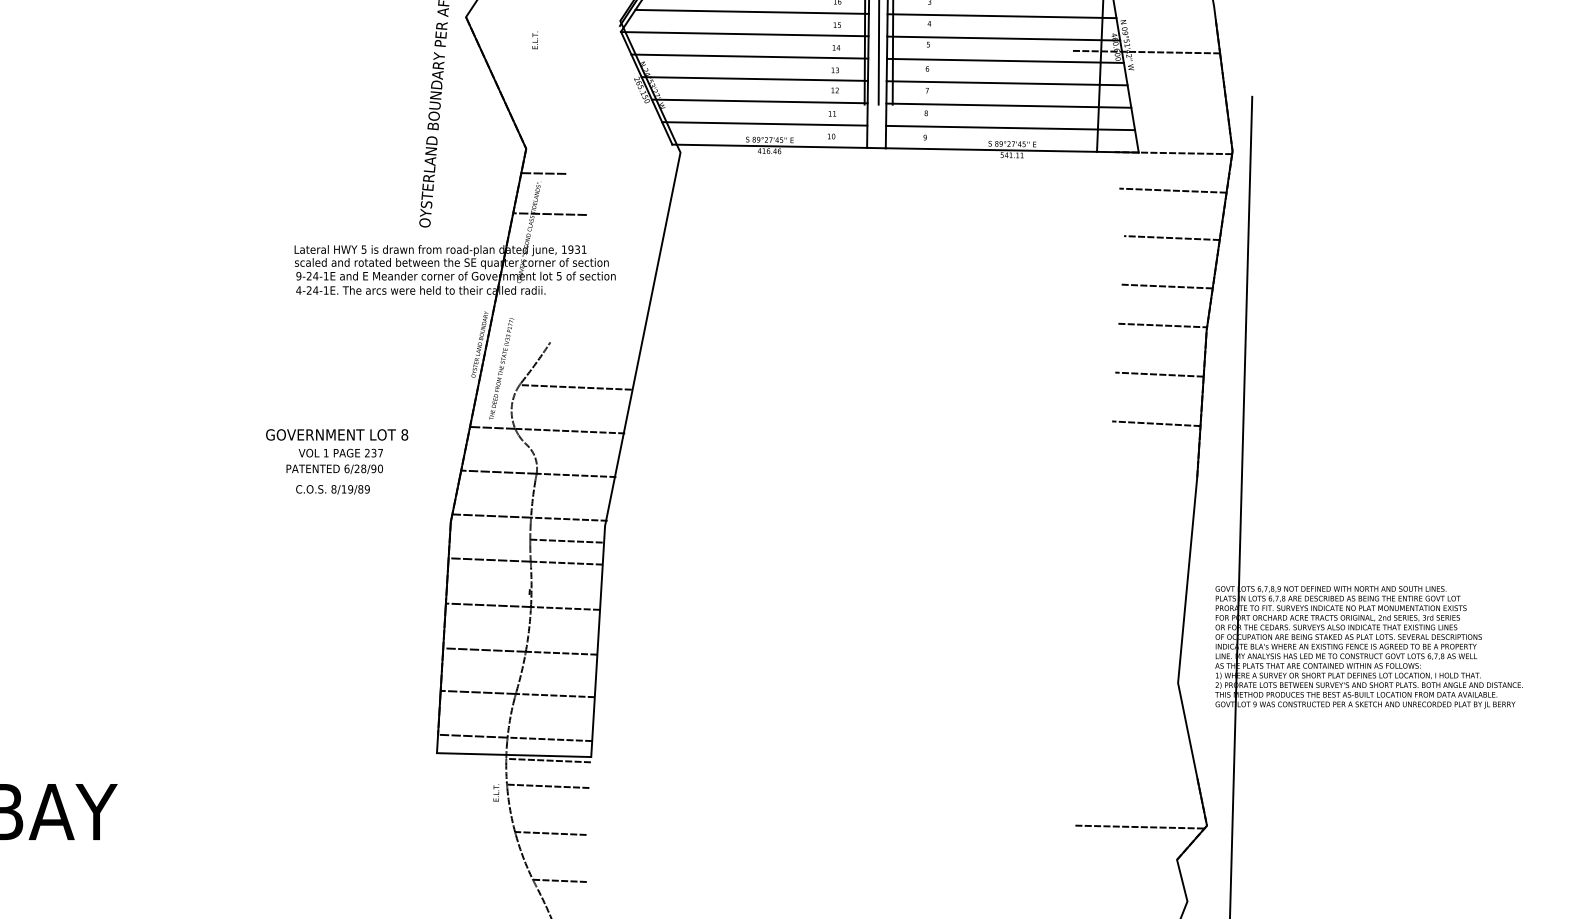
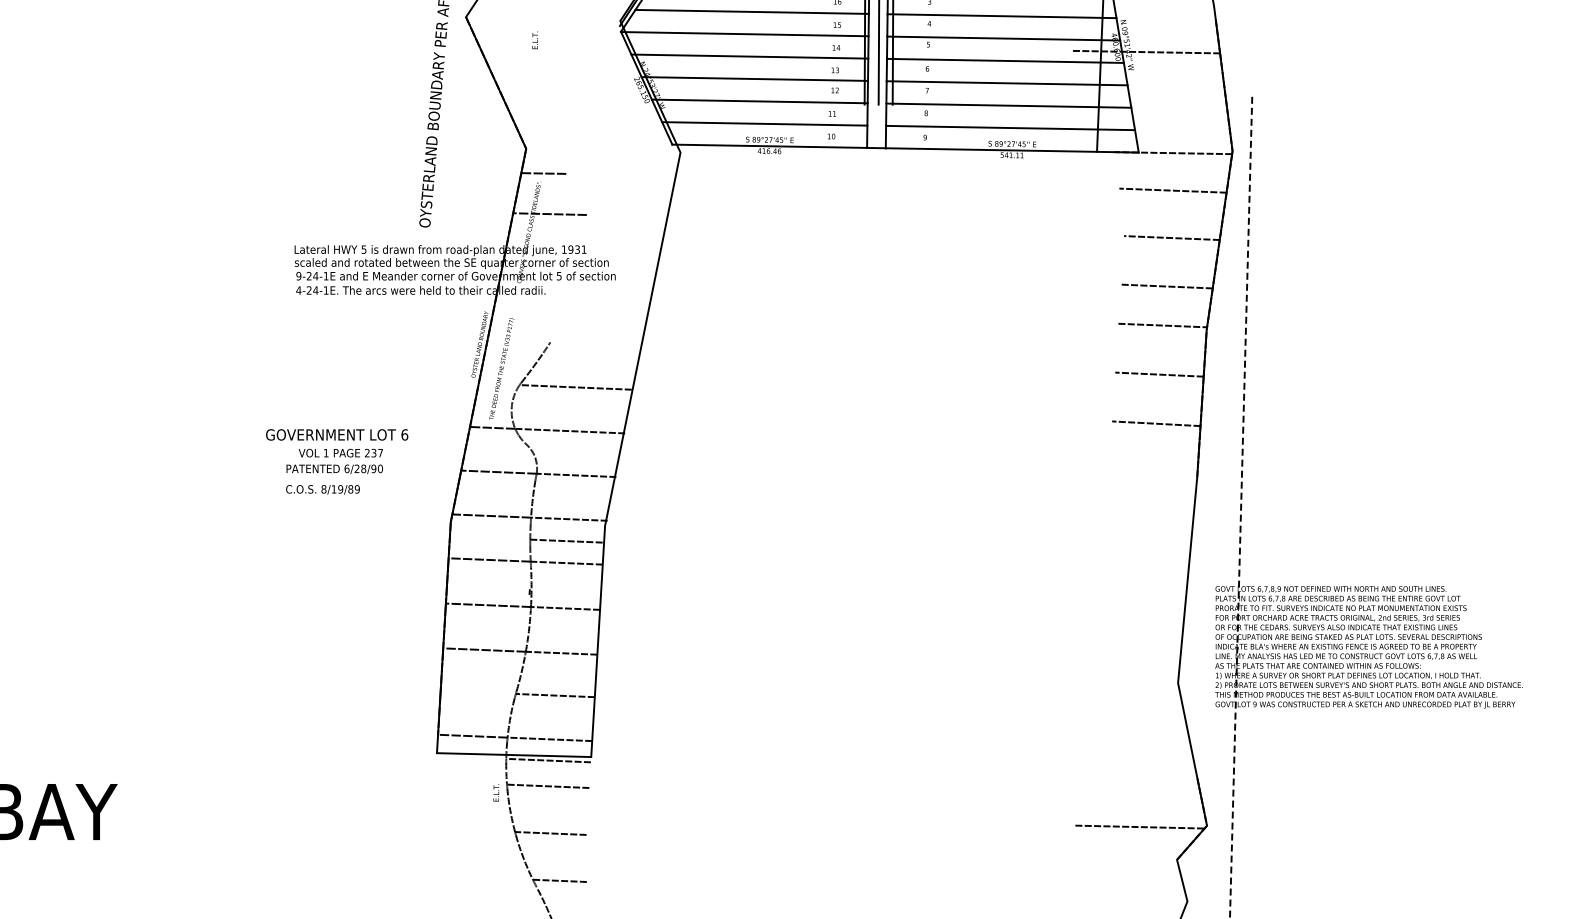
text at (404, 434): 8 -> 6
text at (332, 489) position: (332, 489) -> (322, 489)
line at (1241, 507): solid -> dashed
line at (477, 691): present -> none
